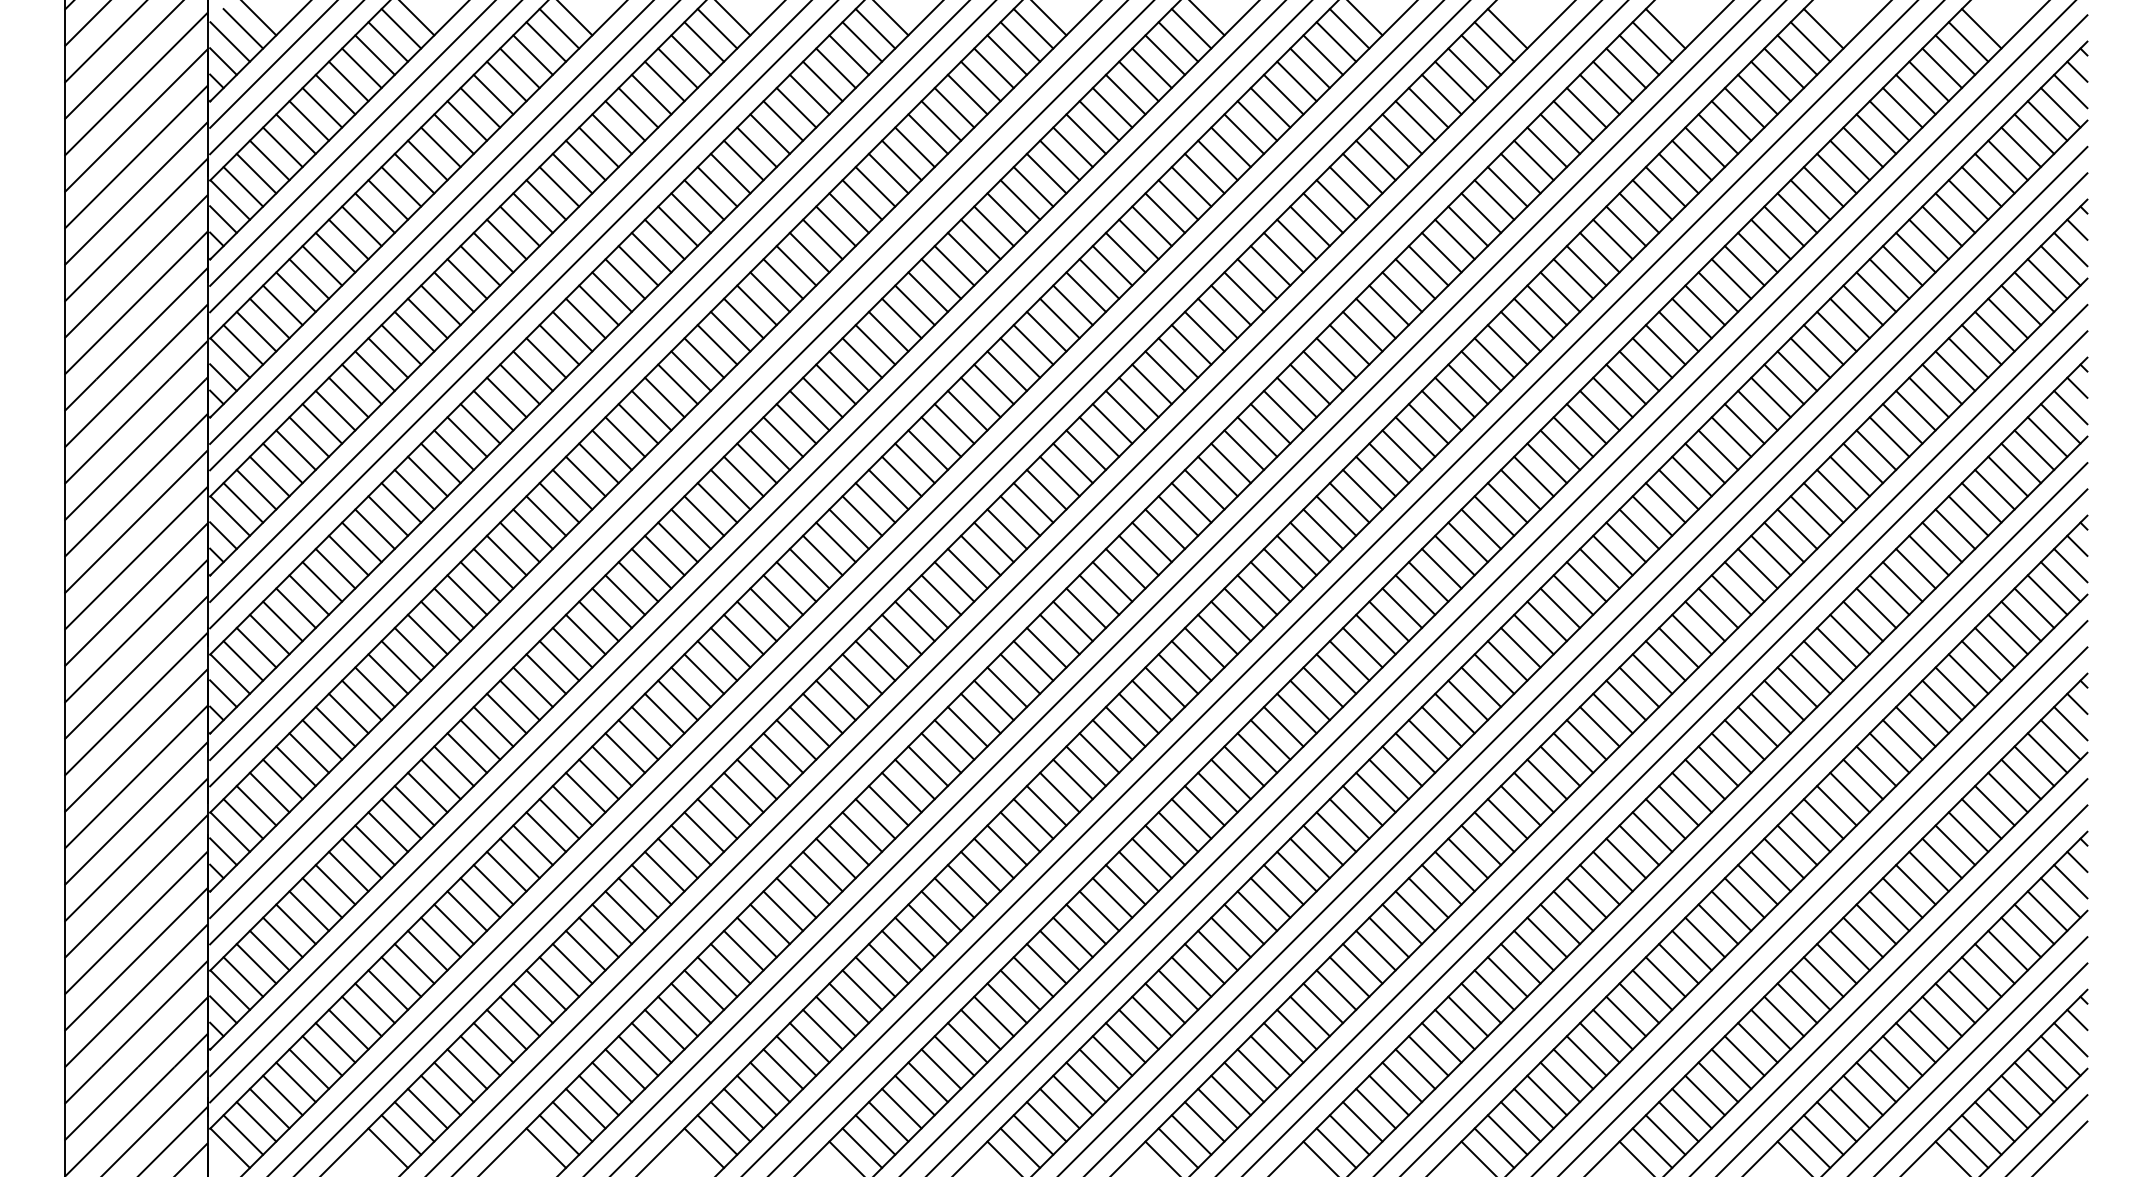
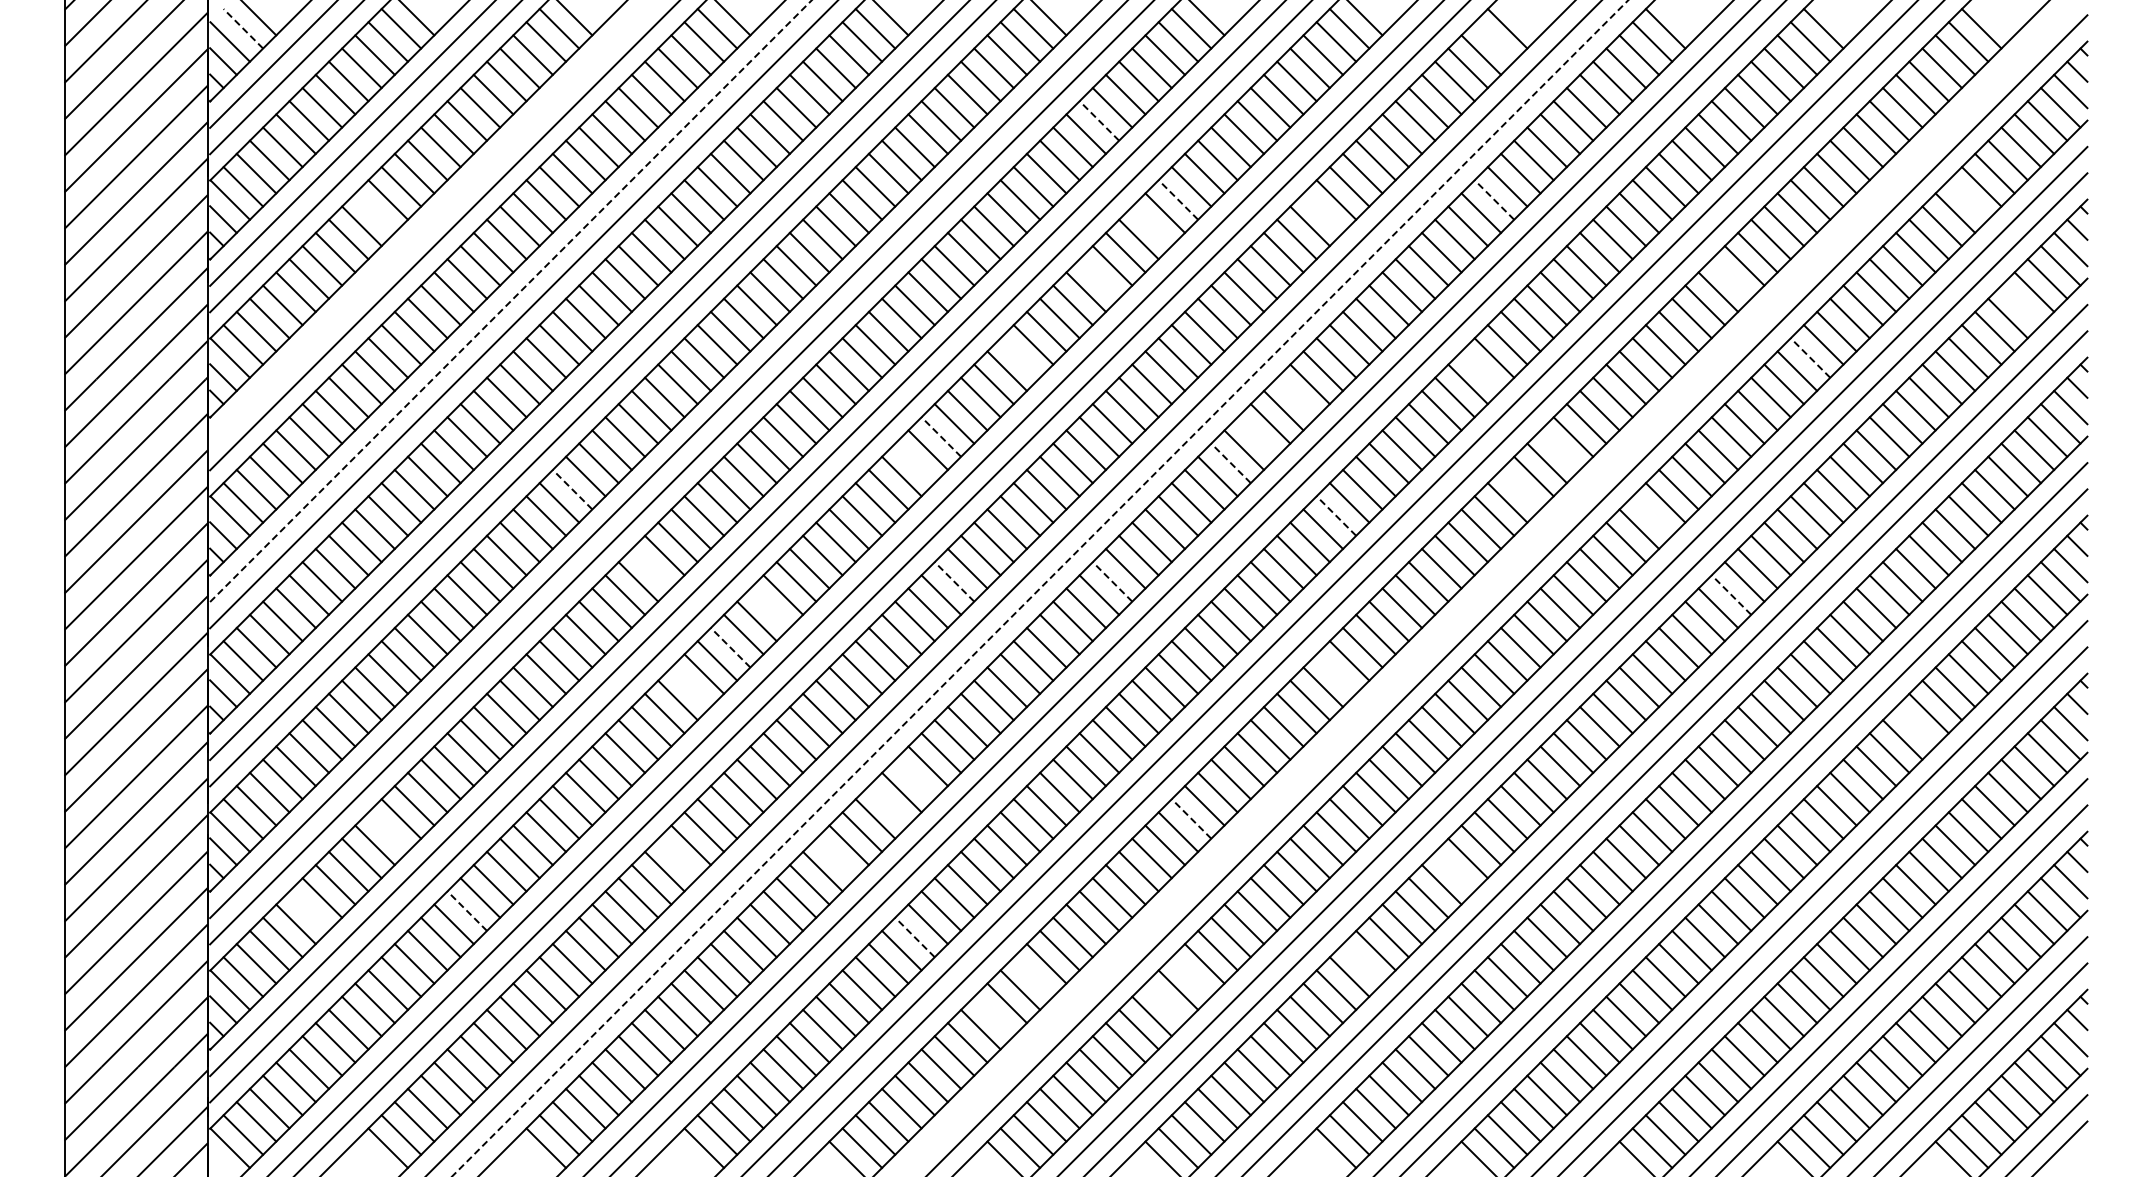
line at (243, 28): solid -> dashed
line at (1494, 41): present -> none
line at (1099, 120): solid -> dashed
line at (1968, 199): present -> none
line at (1178, 200): solid -> dashed
line at (1494, 200): solid -> dashed
line at (374, 212): present -> none
line at (1323, 212): present -> none
line at (430, 222): present -> none
line at (1151, 226): present -> none
line at (1099, 278): present -> none
line at (1731, 278): present -> none
line at (511, 300): solid -> dashed
line at (2020, 305): present -> none
line at (1020, 357): present -> none
line at (1810, 358): solid -> dashed
line at (1481, 370): present -> none
line at (1296, 397): present -> none
line at (1257, 436): present -> none
line at (941, 437): solid -> dashed
line at (1560, 449): present -> none
line at (914, 463): present -> none
line at (1231, 463): solid -> dashed
line at (572, 489): solid -> dashed
line at (1520, 489): present -> none
line at (1652, 515): present -> none
line at (1336, 516): solid -> dashed
line at (651, 568): present -> none
line at (954, 581): solid -> dashed
line at (1112, 581): solid -> dashed
line at (1487, 587): present -> none
line at (1040, 588): solid -> dashed
line at (1731, 595): solid -> dashed
line at (769, 608): present -> none
line at (730, 647): solid -> dashed
line at (1336, 673): present -> none
line at (690, 687): present -> none
line at (1915, 726): present -> none
line at (914, 779): present -> none
line at (888, 805): present -> none
line at (1191, 818): solid -> dashed
line at (387, 831): present -> none
line at (677, 858): present -> none
line at (835, 858): present -> none
line at (1454, 871): present -> none
line at (308, 910): present -> none
line at (467, 911): solid -> dashed
line at (915, 937): solid -> dashed
line at (1362, 963): present -> none
line at (1033, 976): present -> none
line at (1191, 976): present -> none
line at (1164, 1003): present -> none
line at (993, 1016): present -> none
line at (1319, 1157): present -> none
